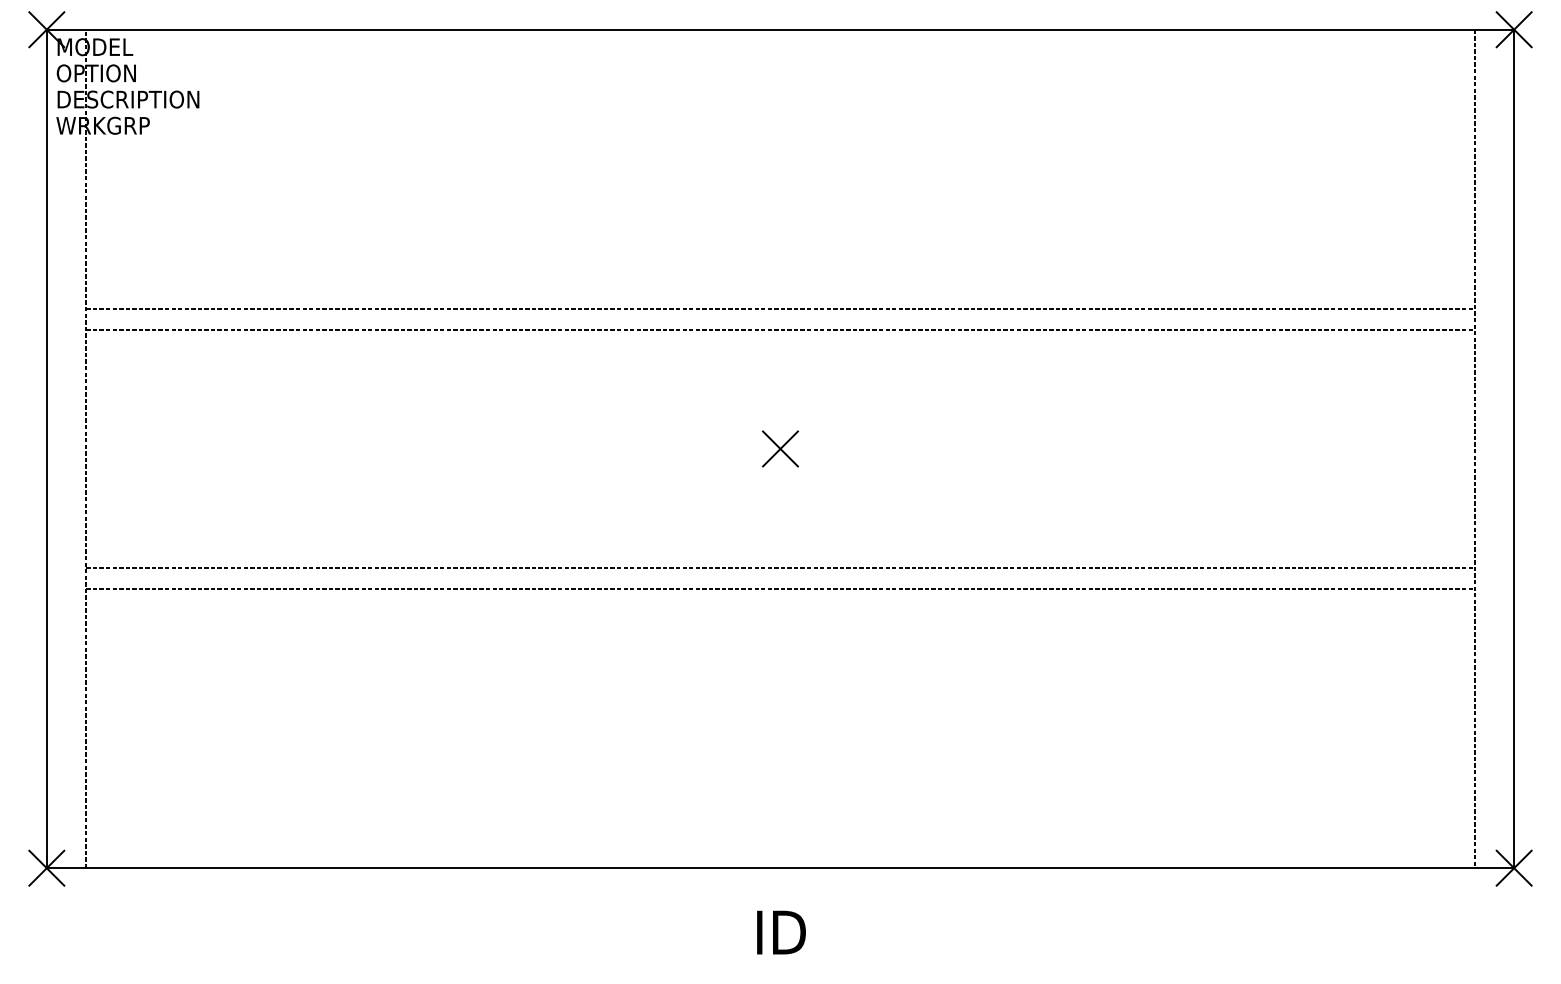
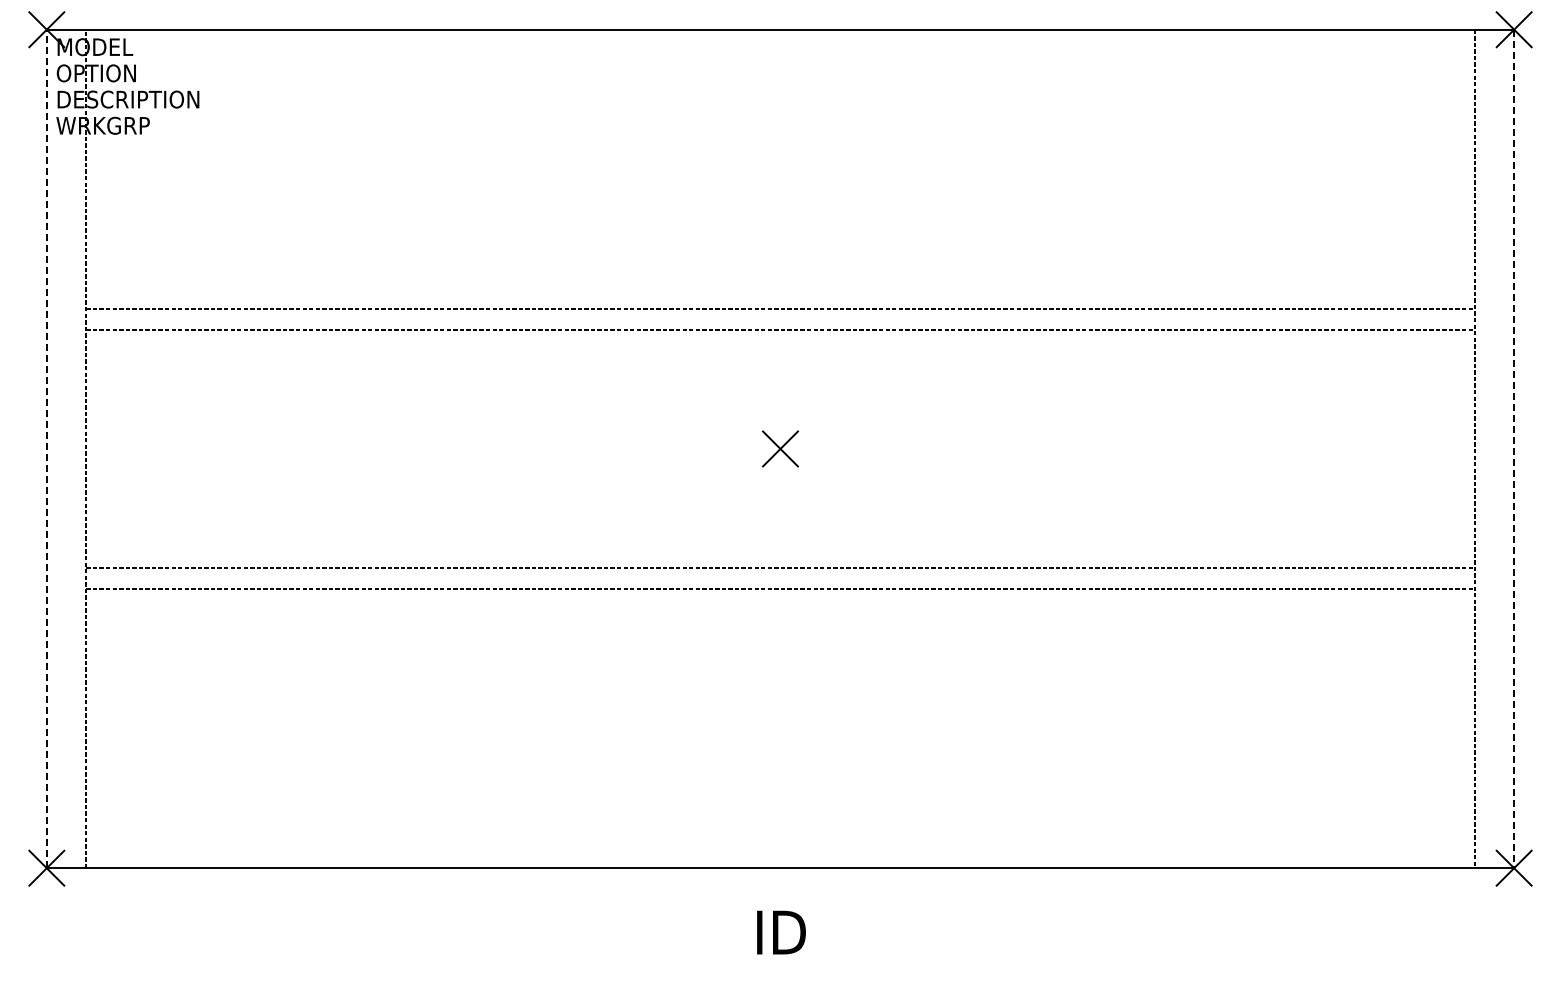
line at (46, 448): solid -> dashed
line at (1514, 449): solid -> dashed
